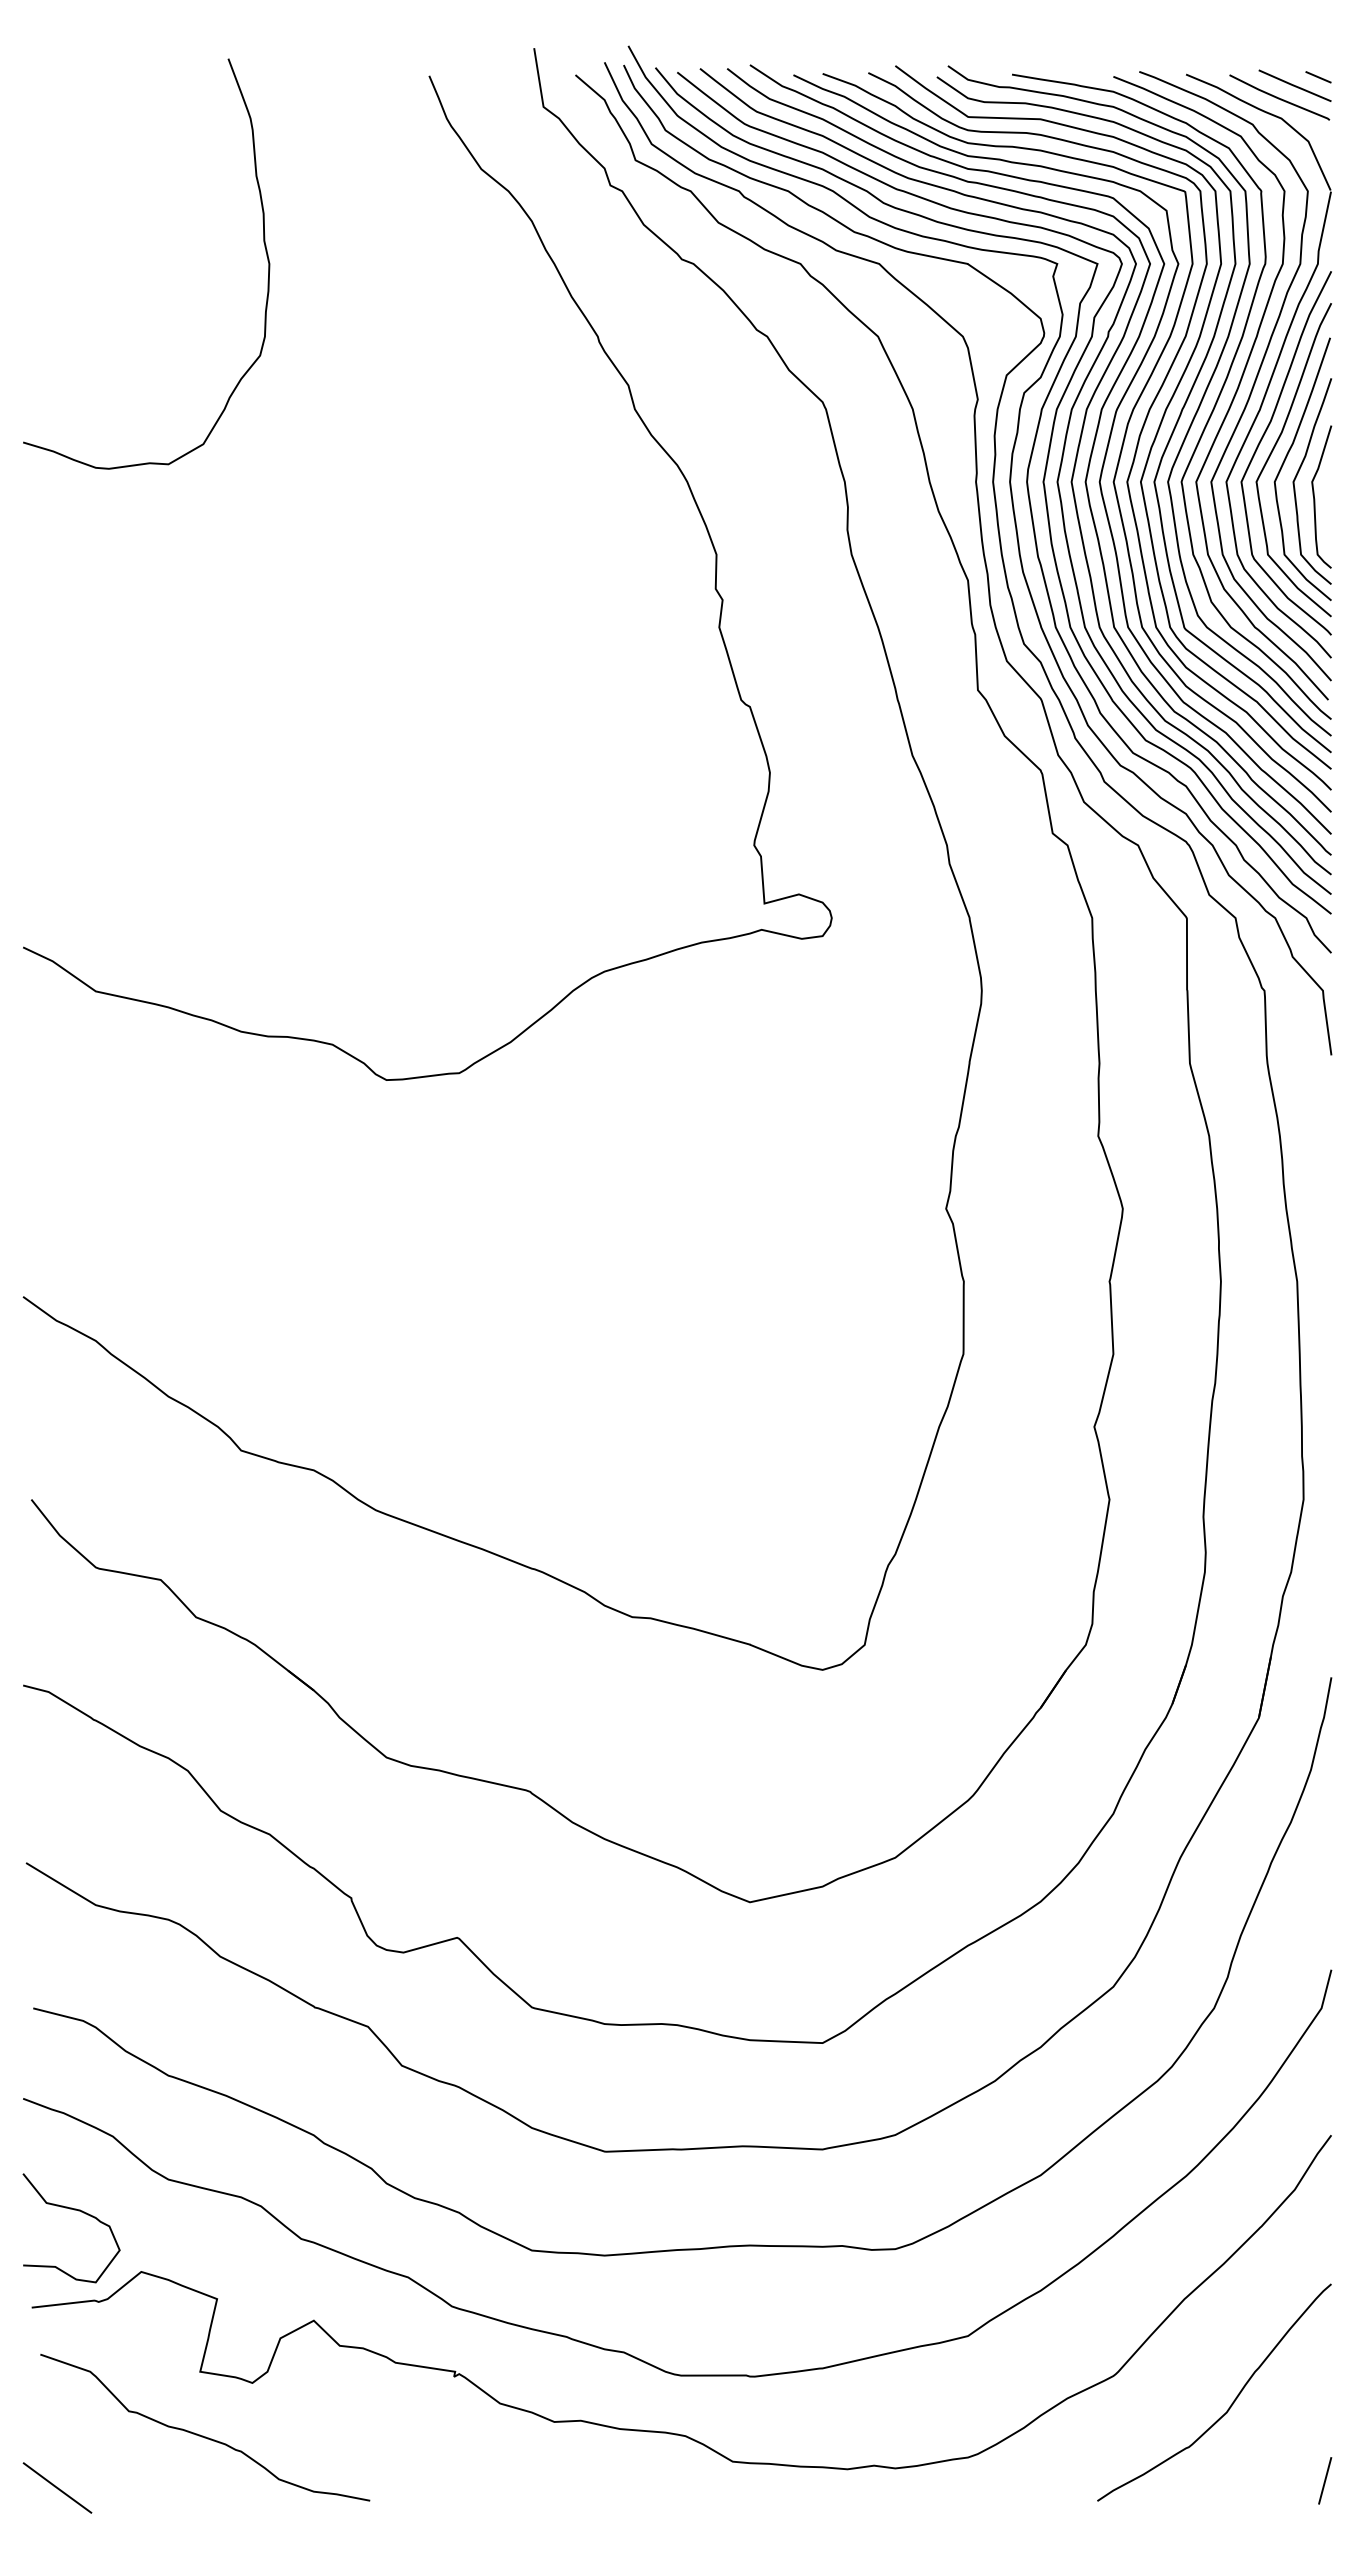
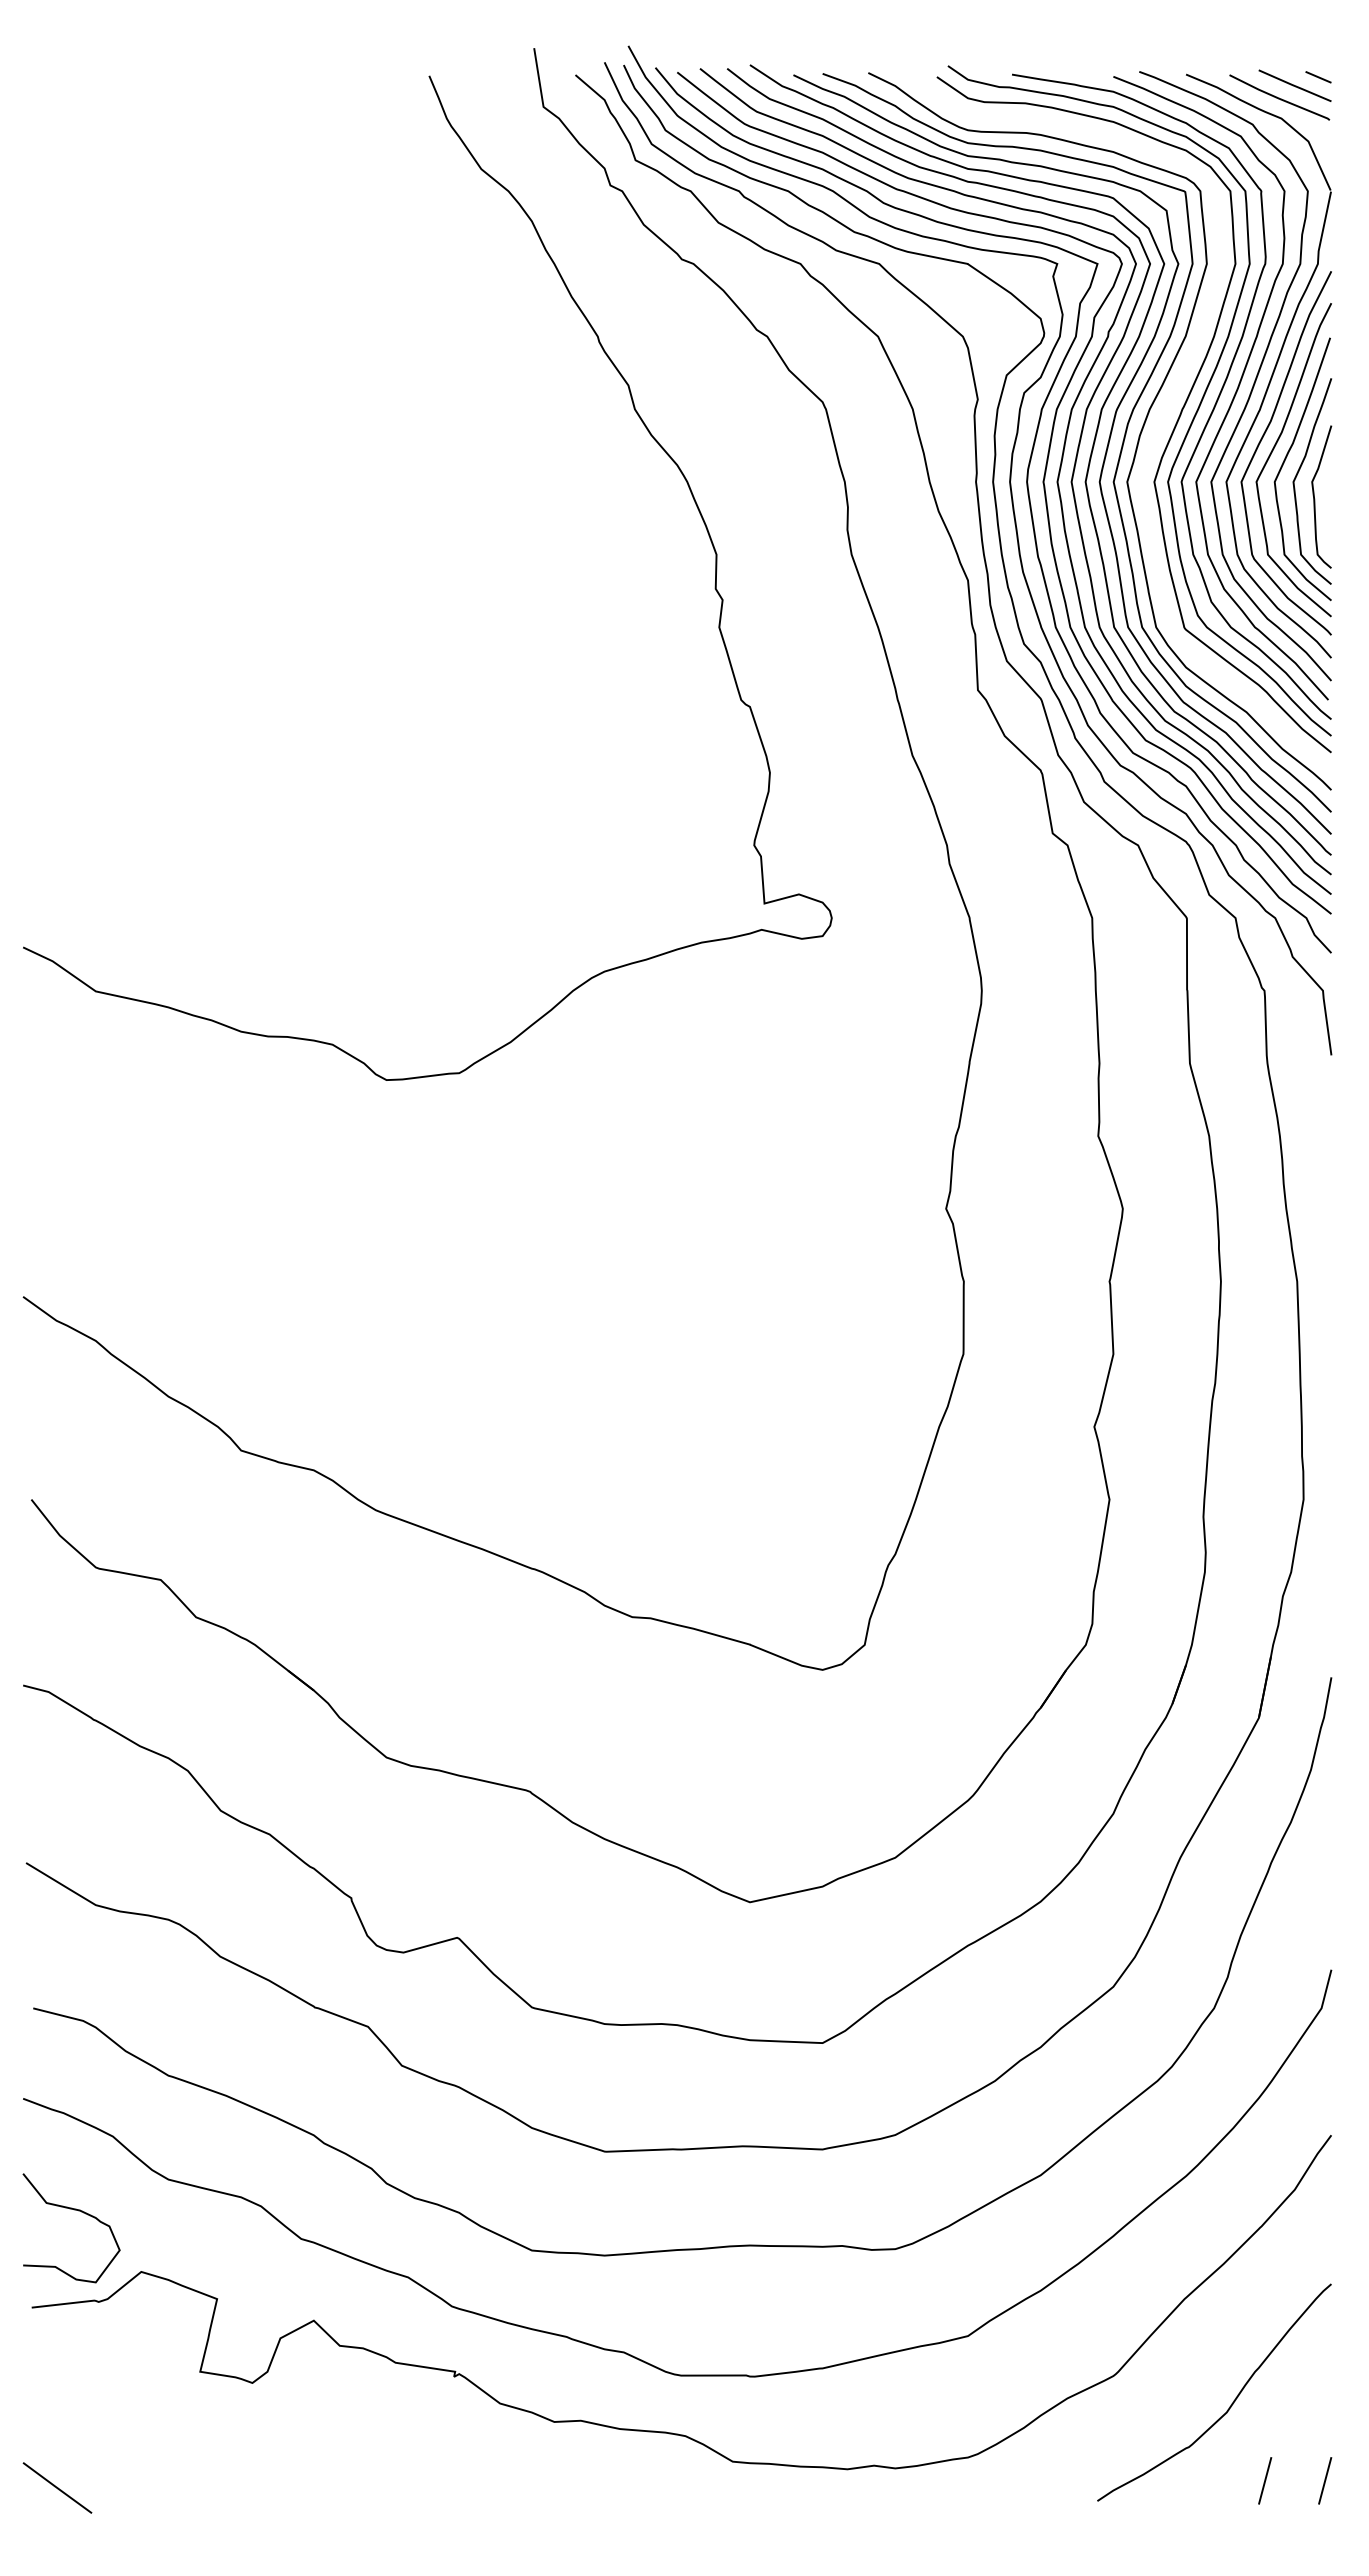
curve at (263, 242): present -> none
curve at (1156, 431): present -> none
curve at (203, 2435): present -> none
line at (1265, 2480): none -> present
